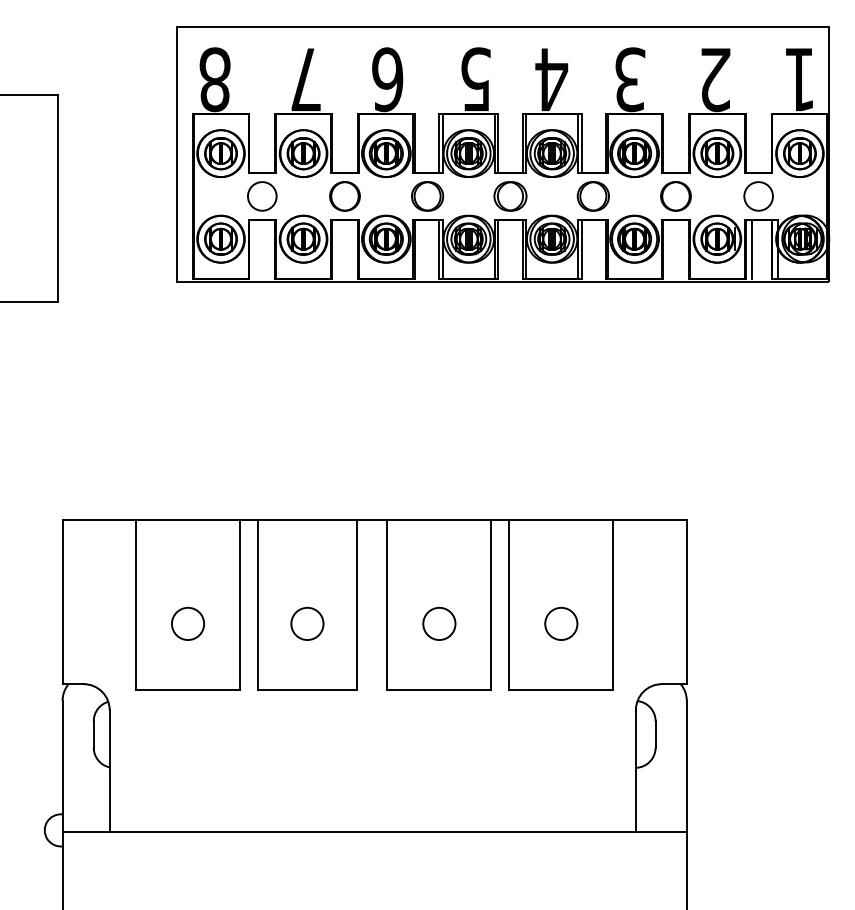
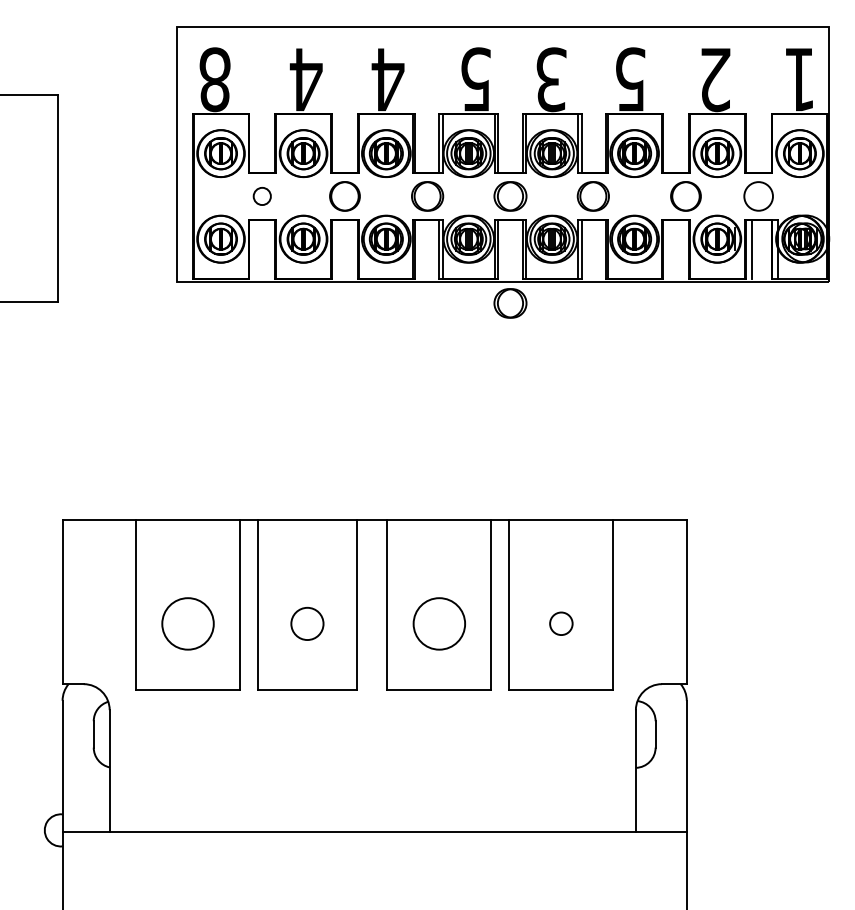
text at (305, 79): 7 -> 4
text at (387, 79): 6 -> 4
text at (551, 79): 4 -> 3
text at (629, 79): 3 -> 5
circle at (261, 196) diameter: 29 px -> 17 px
part at (675, 196) position: (675, 196) -> (685, 196)
part at (510, 303): none -> present
circle at (187, 623) diameter: 32 px -> 52 px
circle at (439, 623) diameter: 32 px -> 52 px
circle at (561, 623) size: 35x35 px -> 25x25 px
